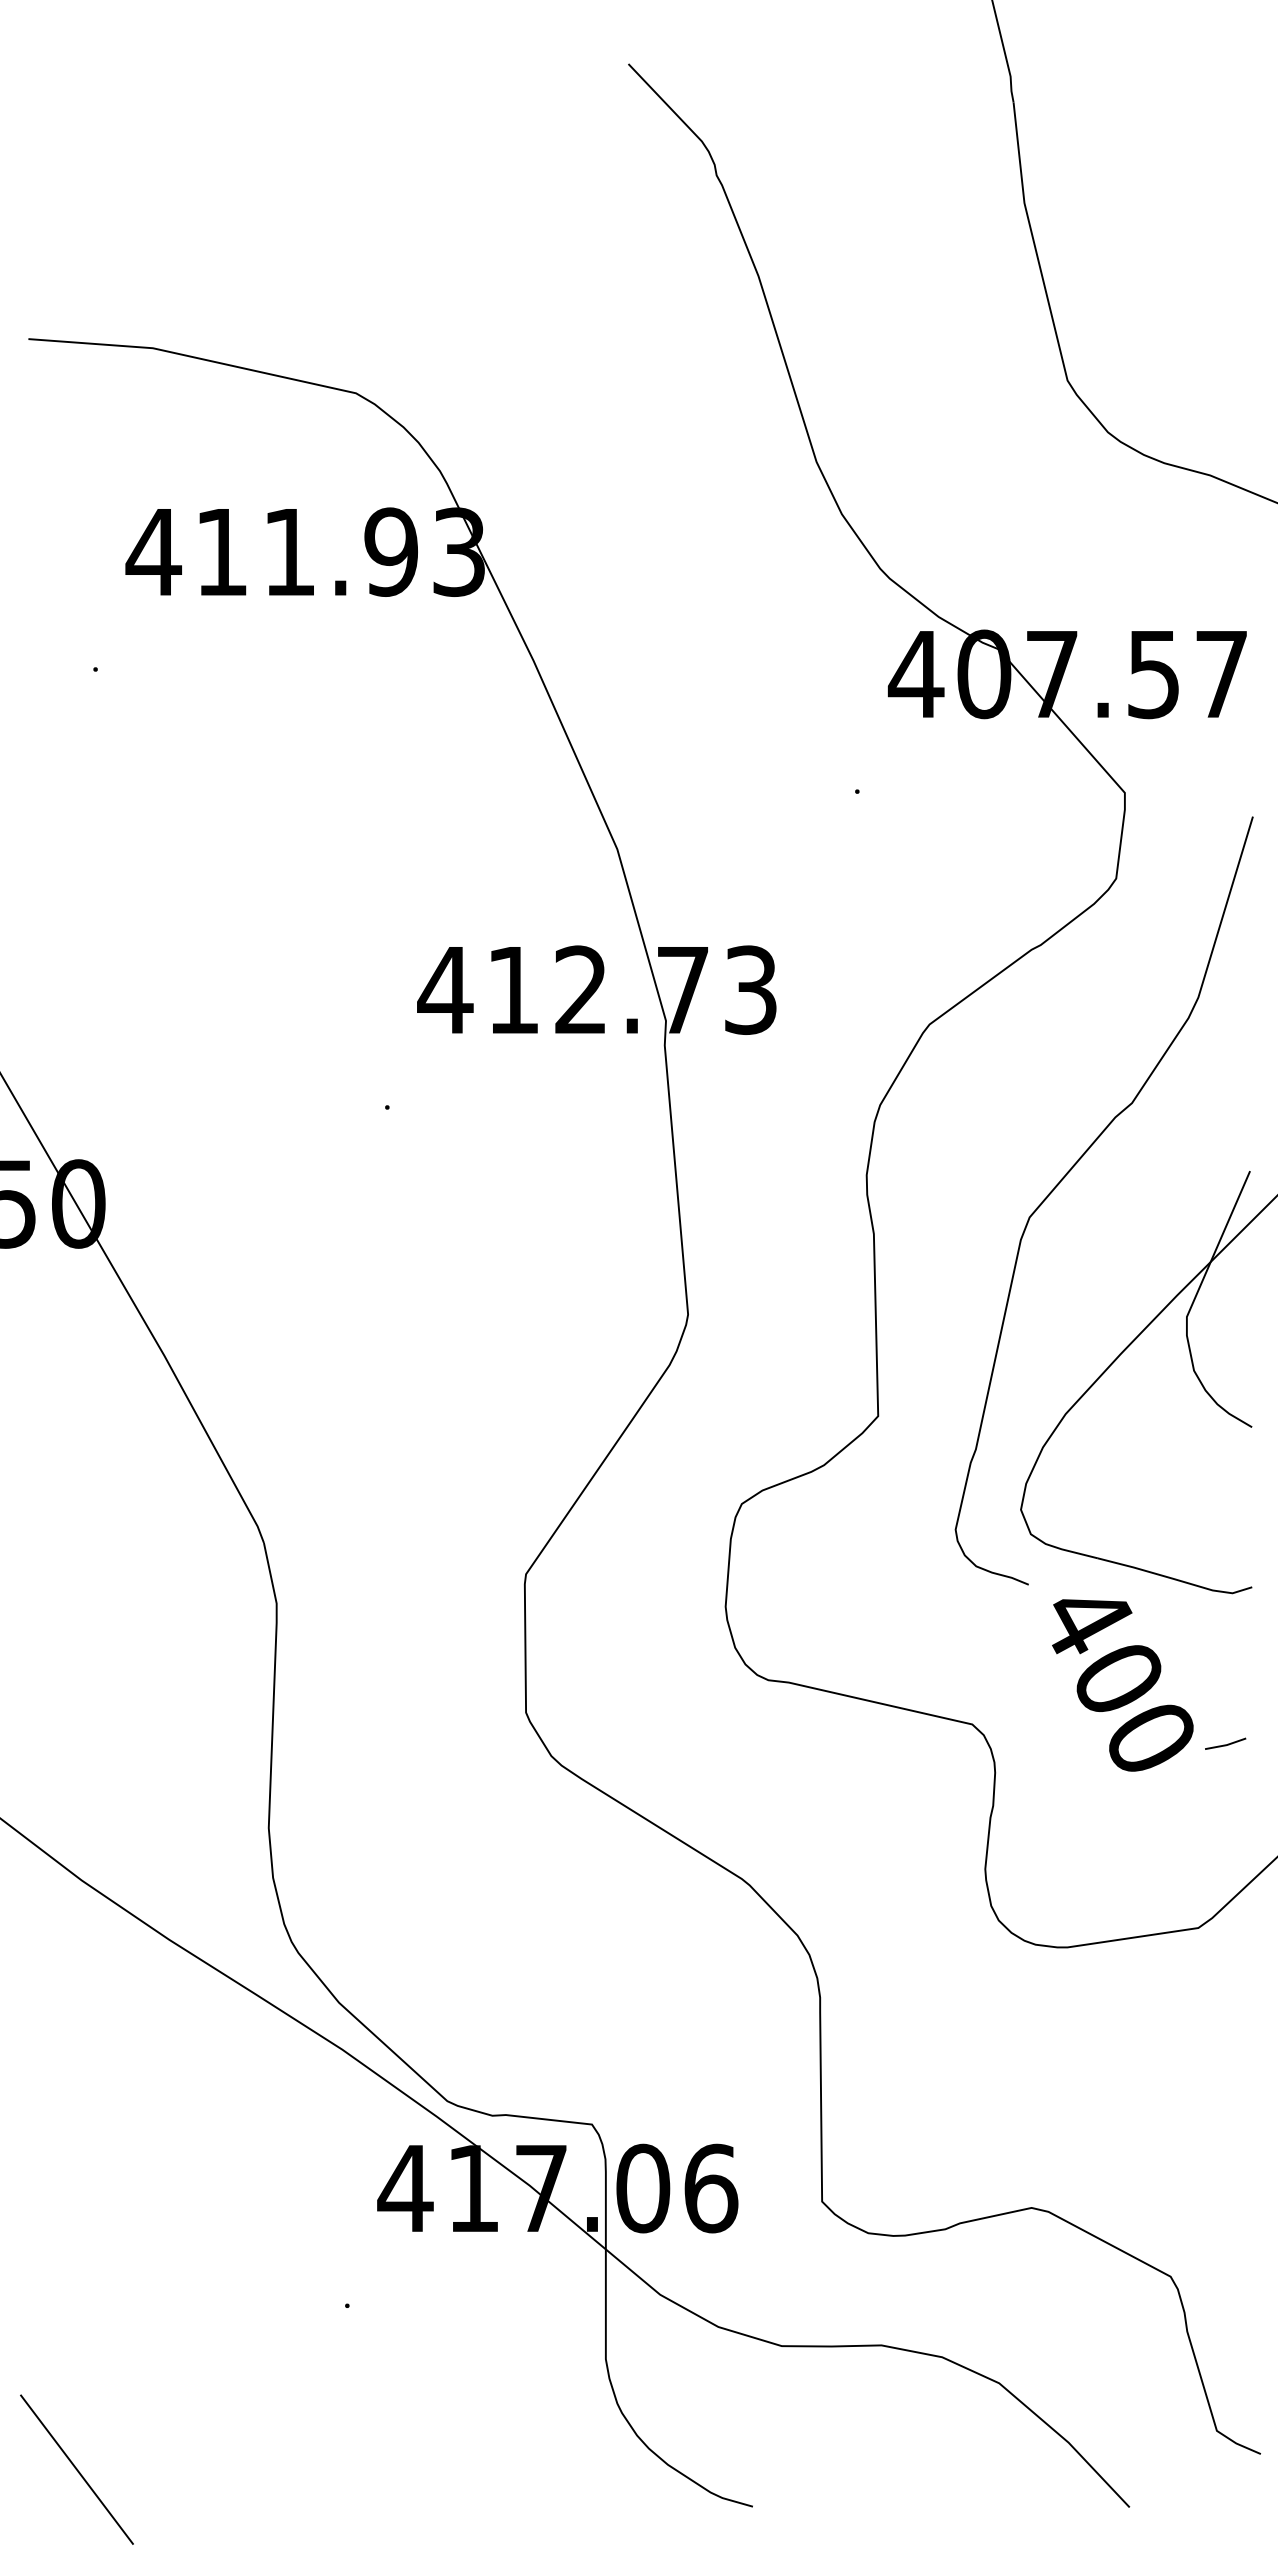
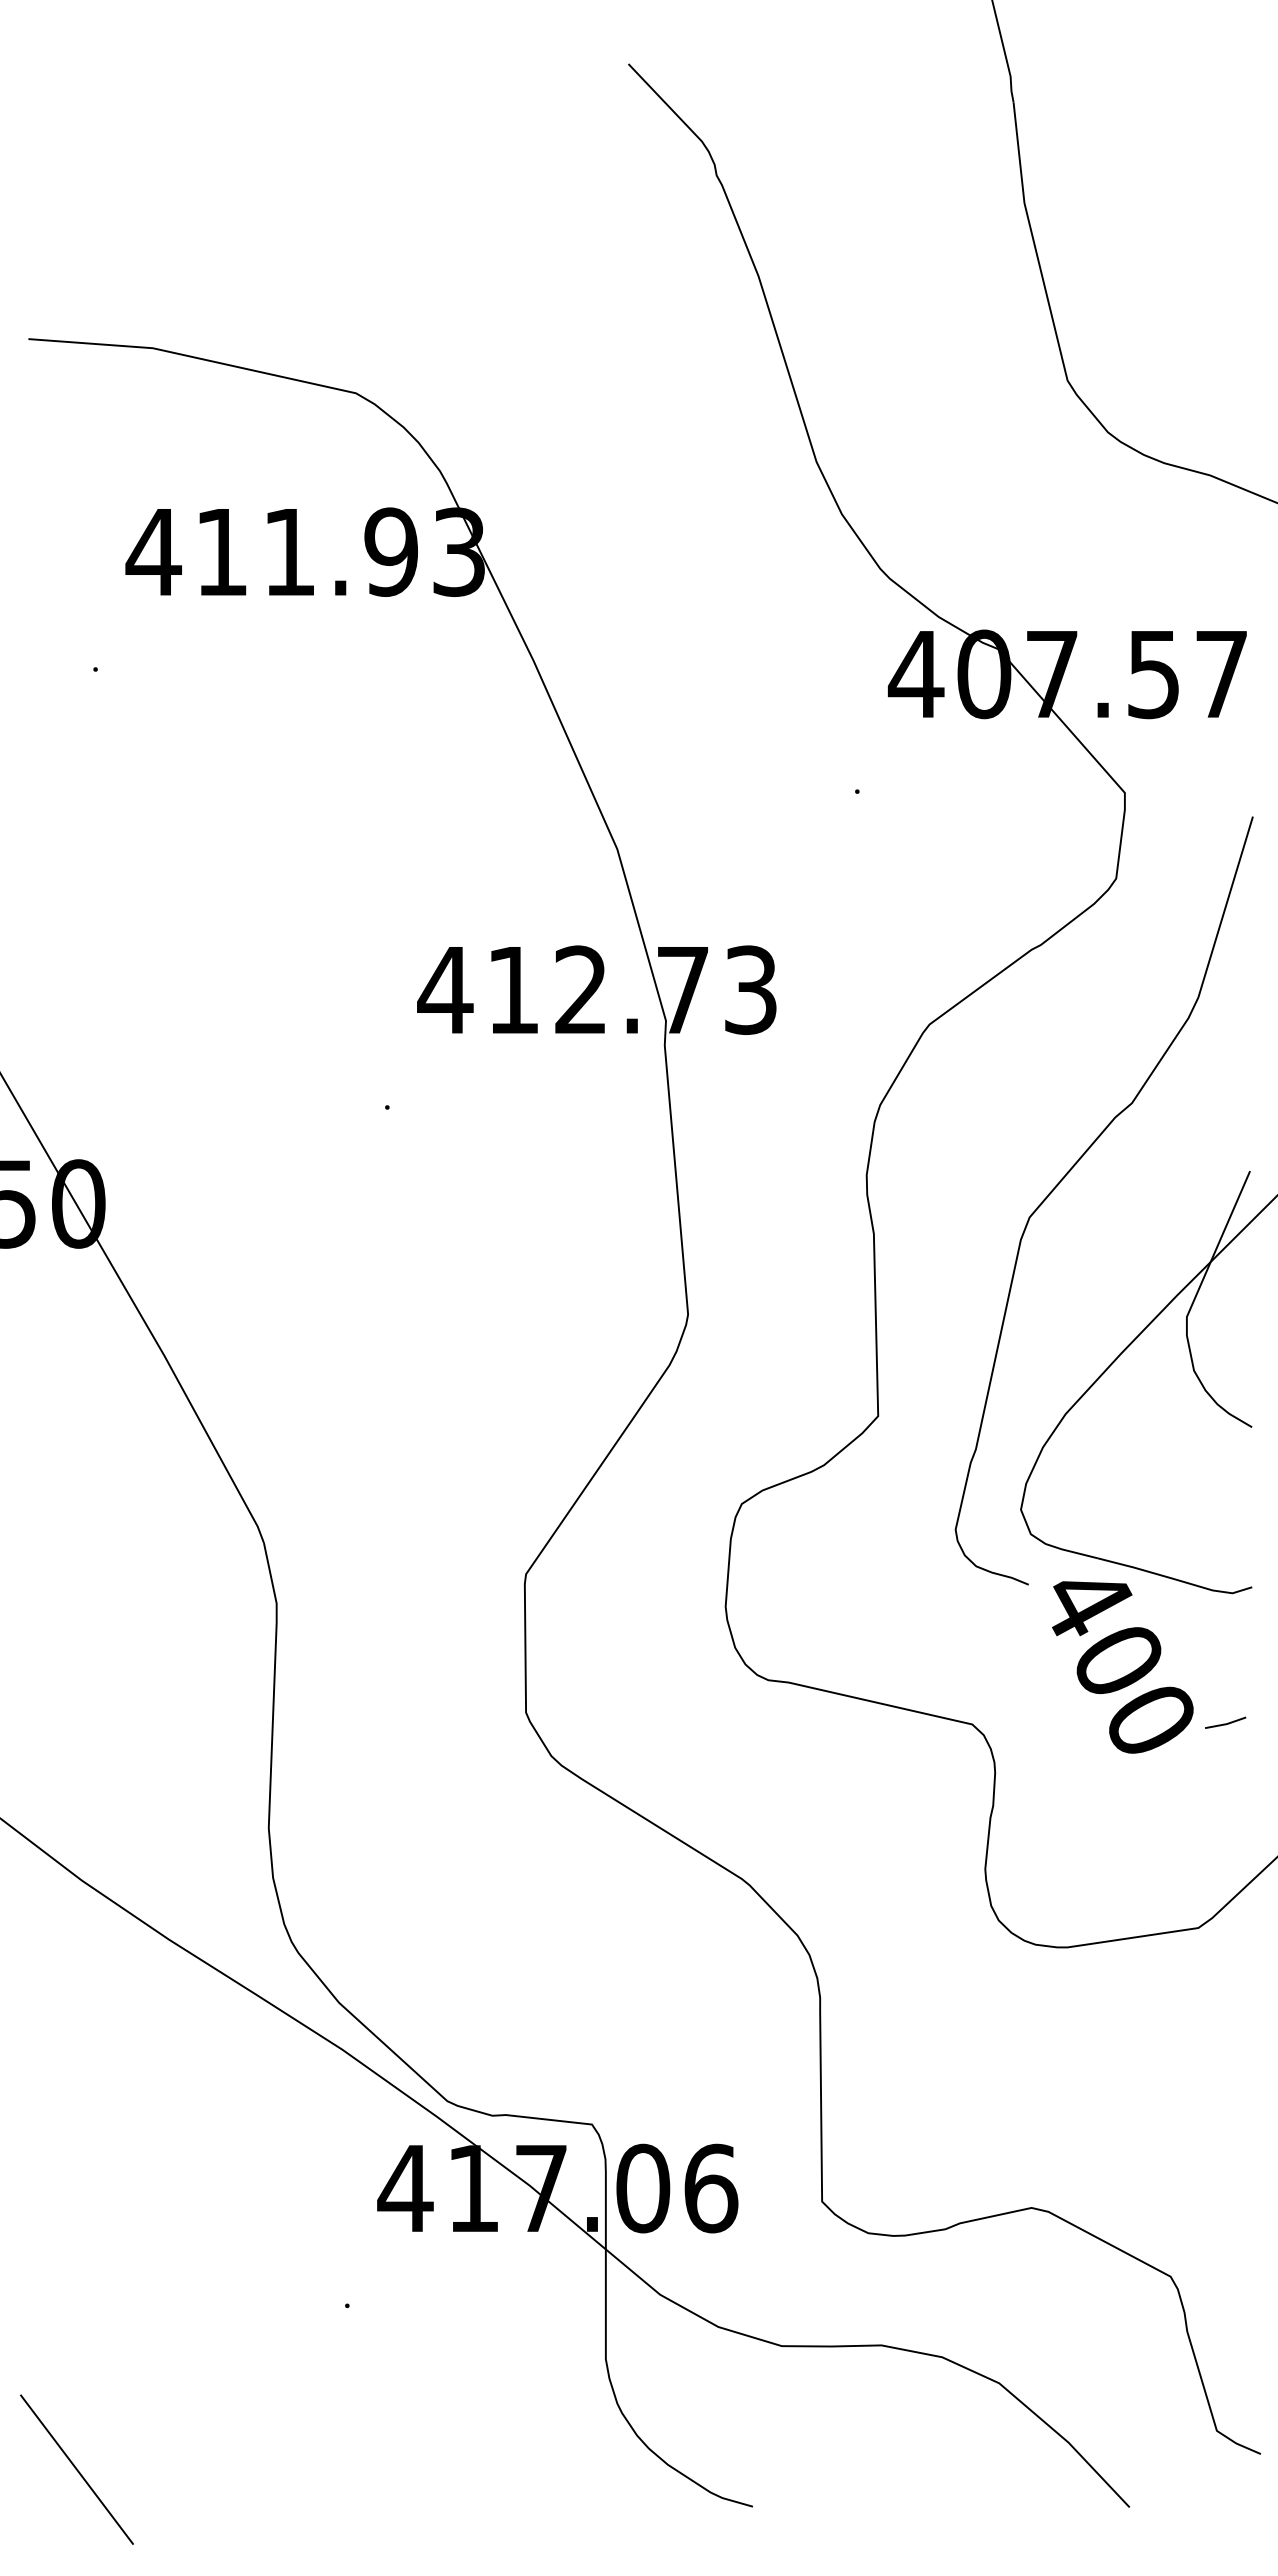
text at (1122, 1685) position: (1122, 1685) -> (1122, 1667)
line at (1225, 1744) position: (1225, 1744) -> (1225, 1723)
